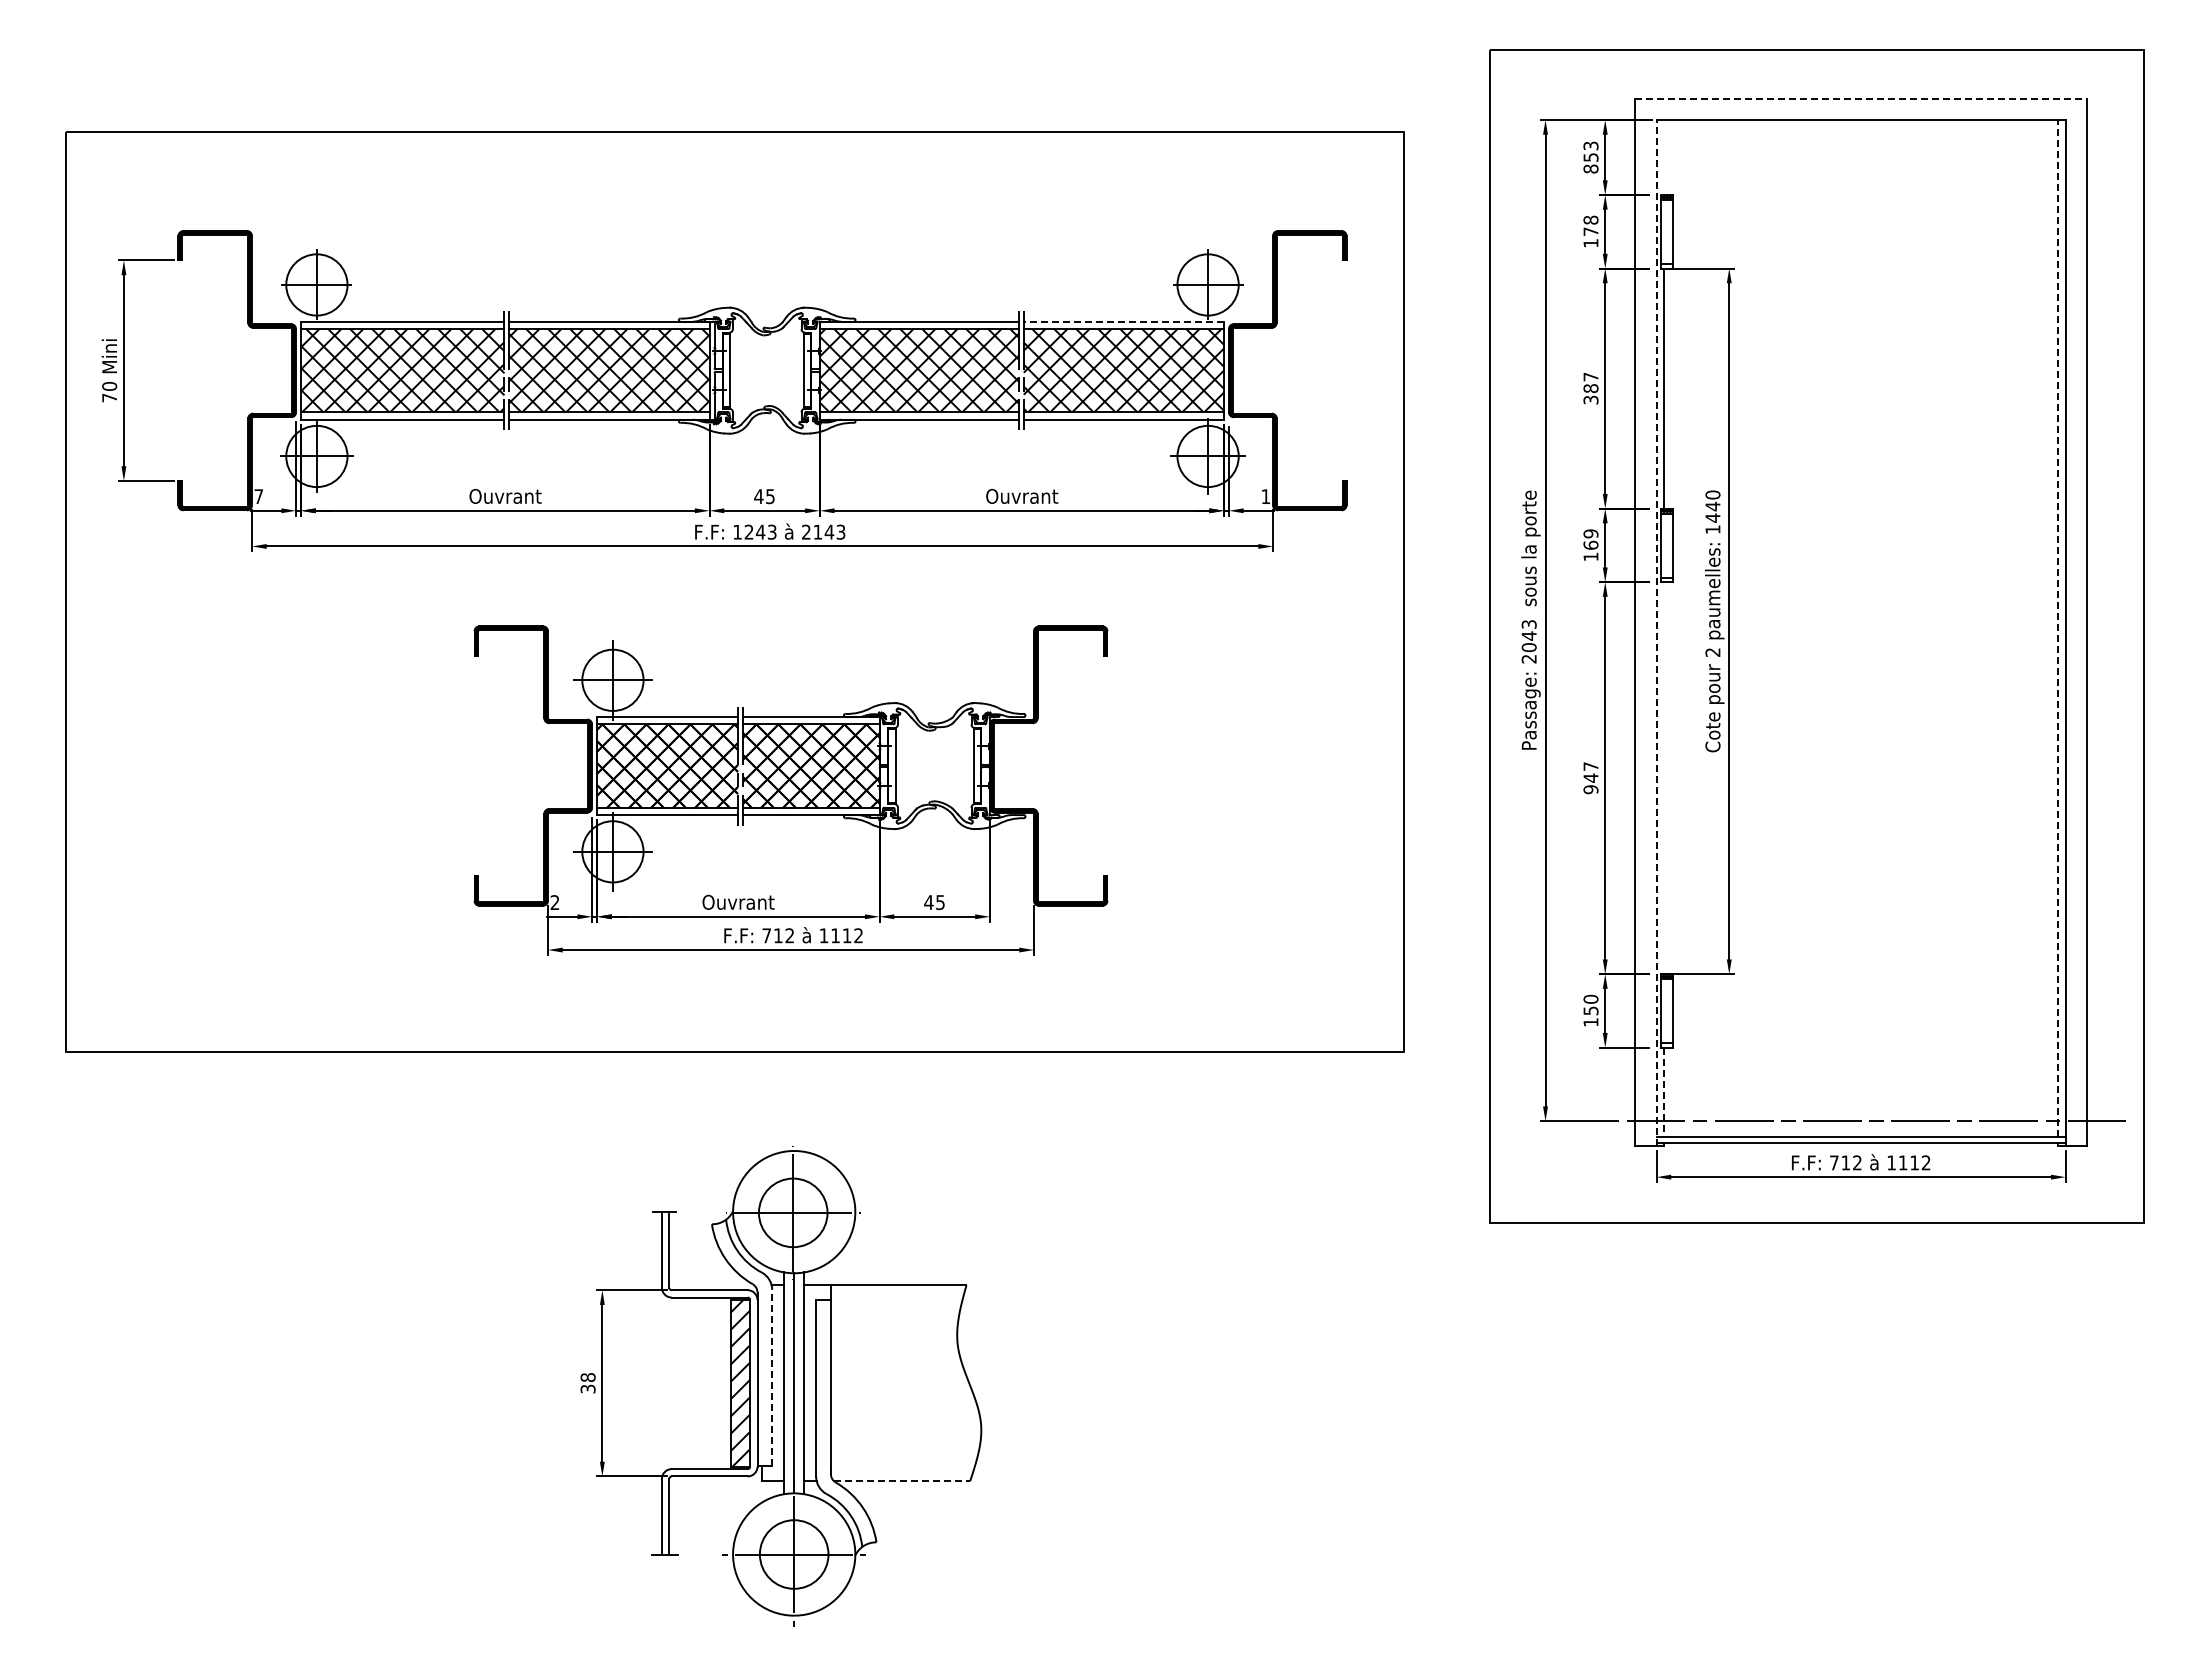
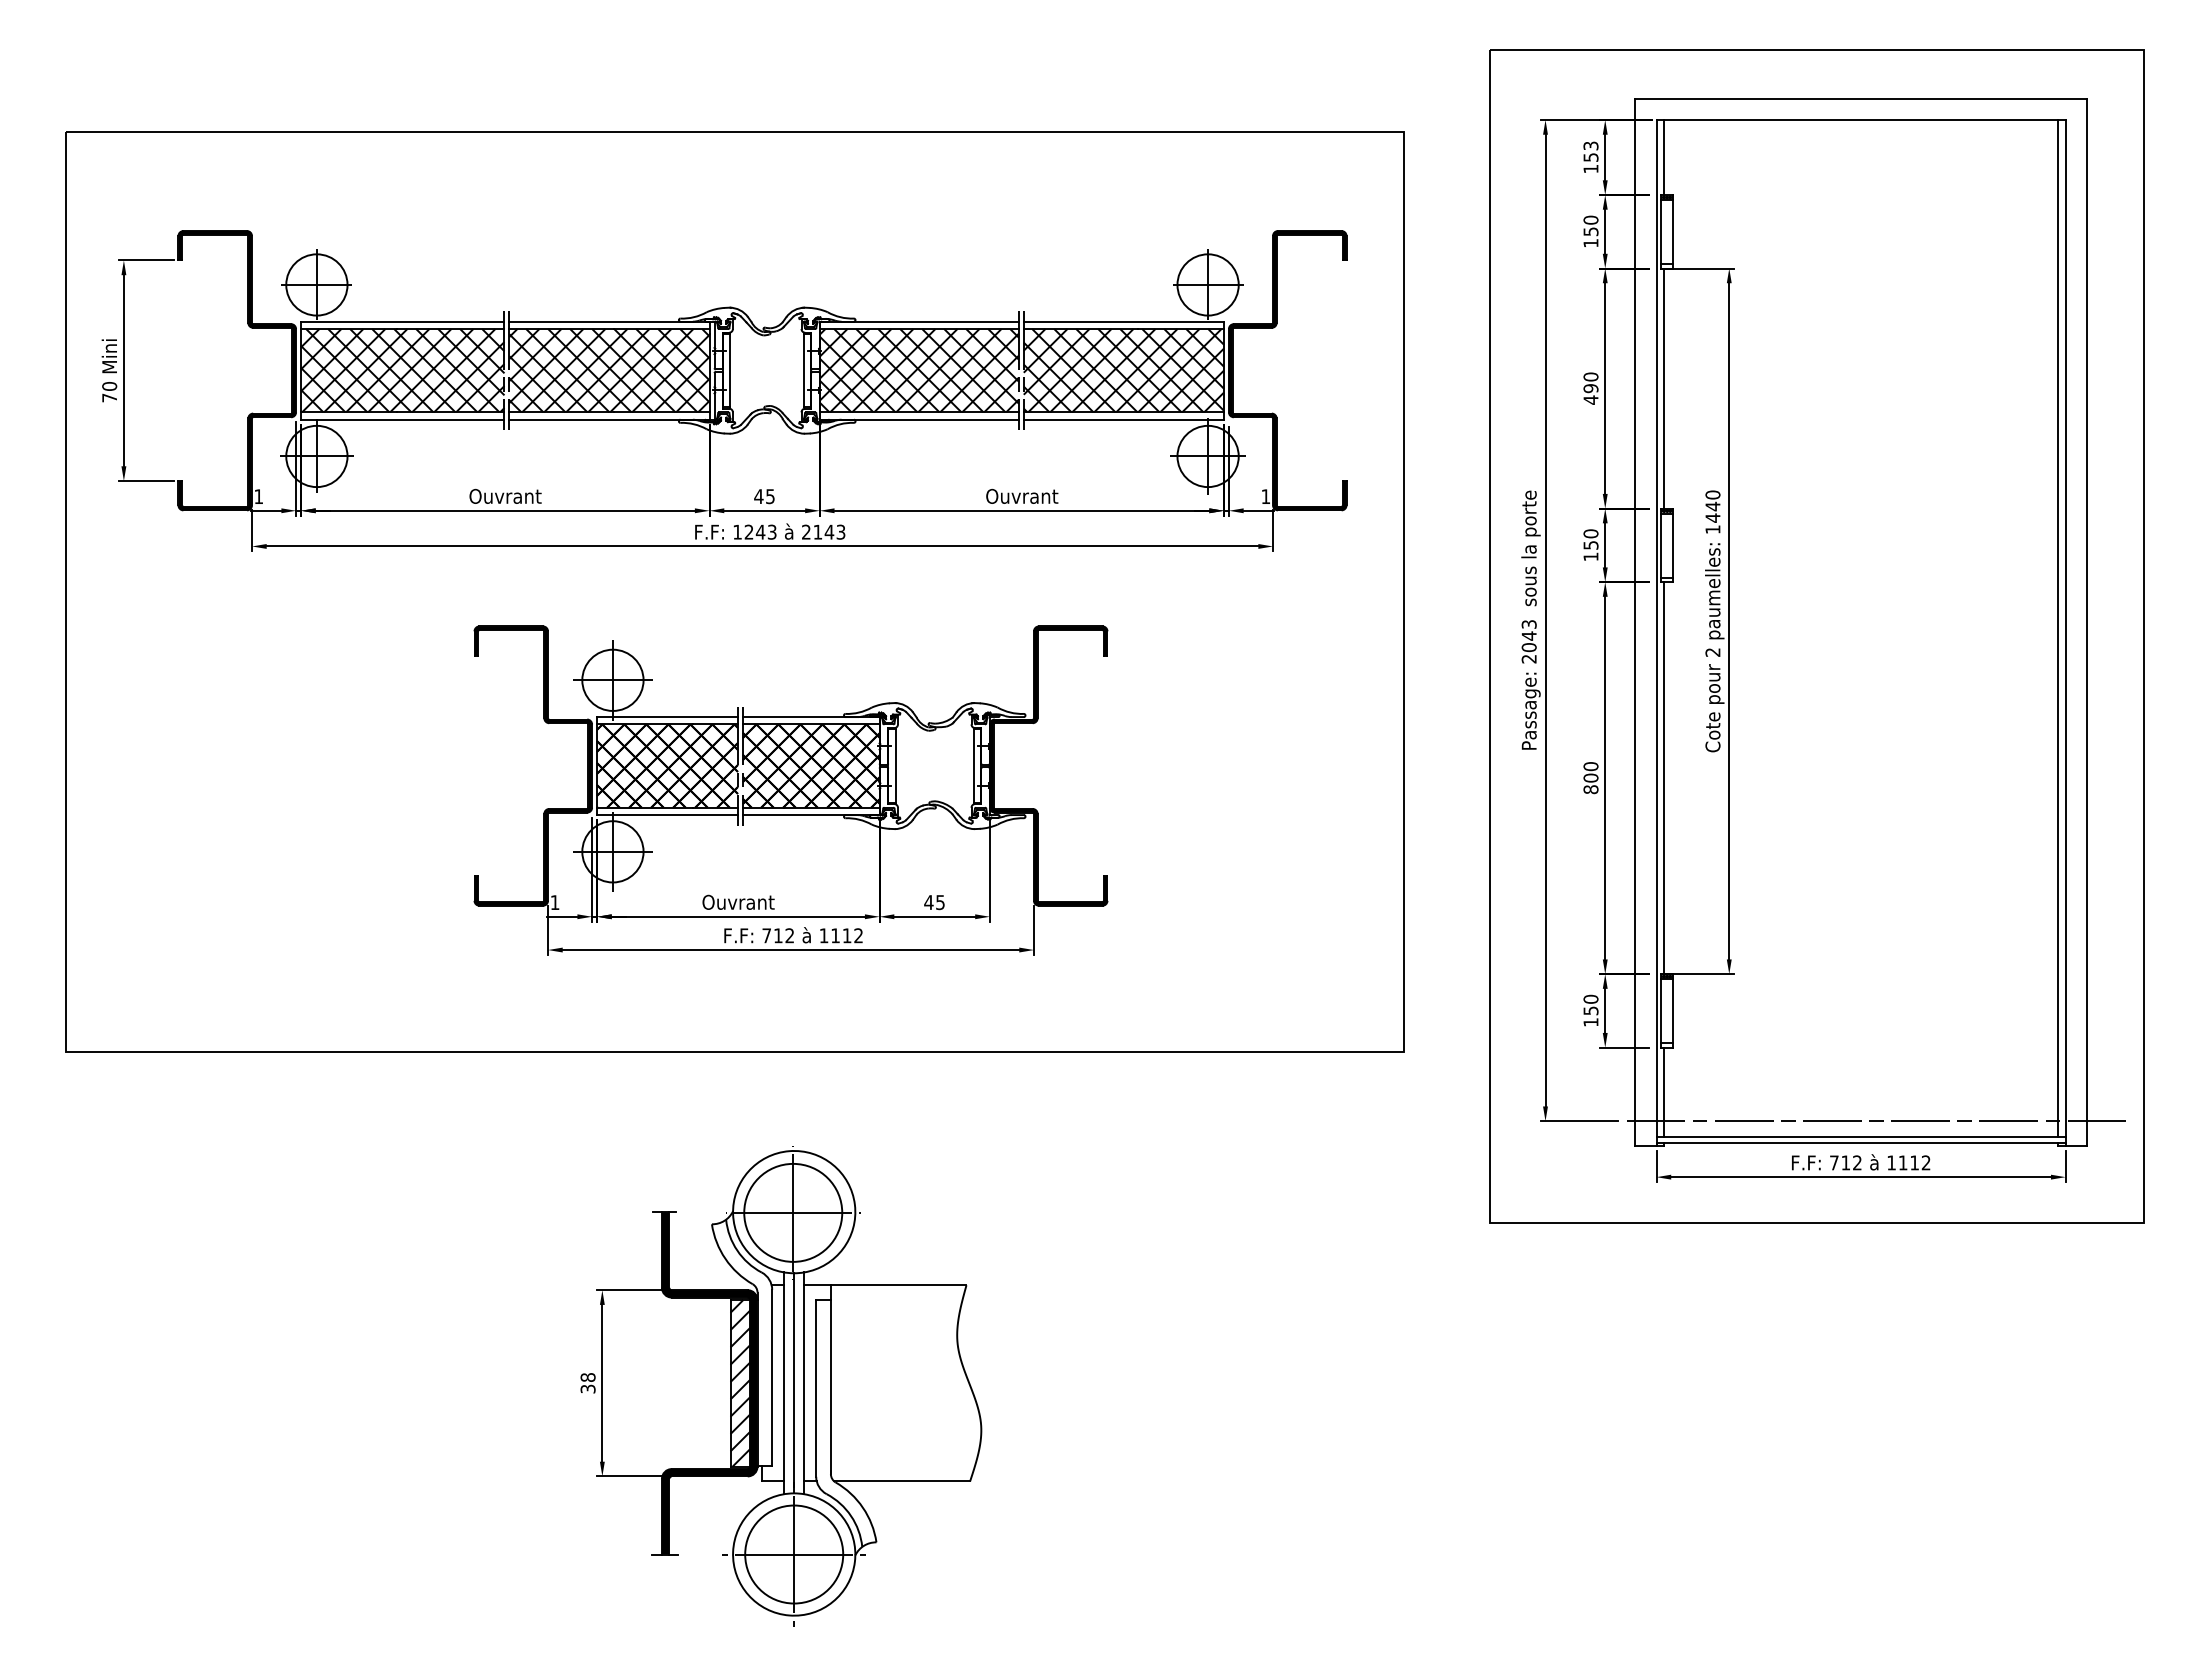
line at (1861, 99): dashed -> solid
line at (1663, 157): none -> present
text at (1590, 168): 853 -> 153
text at (1590, 225): 178 -> 150
line at (1123, 321): dashed -> solid
text at (1590, 388): 387 -> 490
text at (258, 496): 7 -> 1
text at (1590, 539): 169 -> 150
line at (2058, 628): dashed -> solid
line at (1656, 632): dashed -> solid
text at (1590, 778): 947 -> 800
line at (1663, 778): none -> present
text at (554, 902): 2 -> 1
line at (1663, 1092): dashed -> solid
circle at (792, 1212) diameter: 69 px -> 98 px
line at (772, 1377): dashed -> solid
fill at (709, 1383): none -> present
line at (902, 1481): dashed -> solid
circle at (793, 1554) diameter: 69 px -> 98 px
